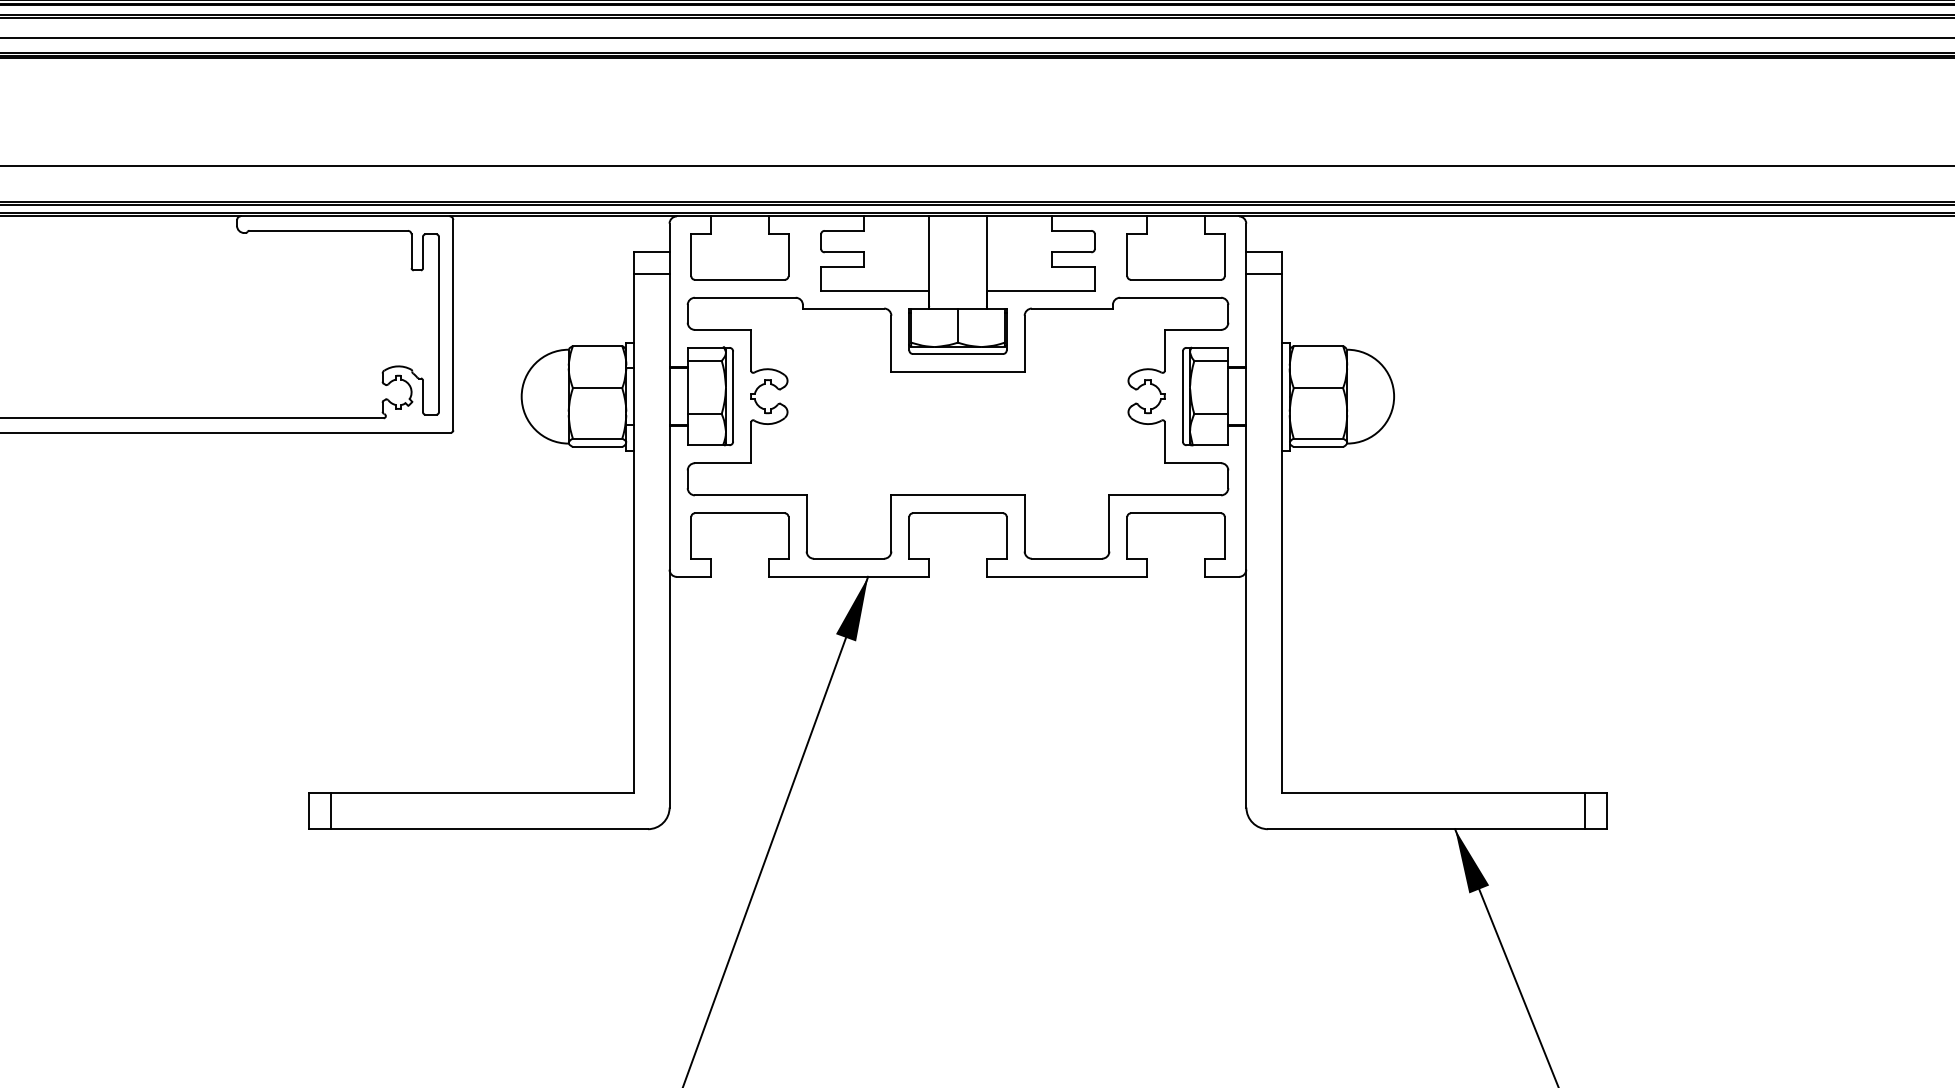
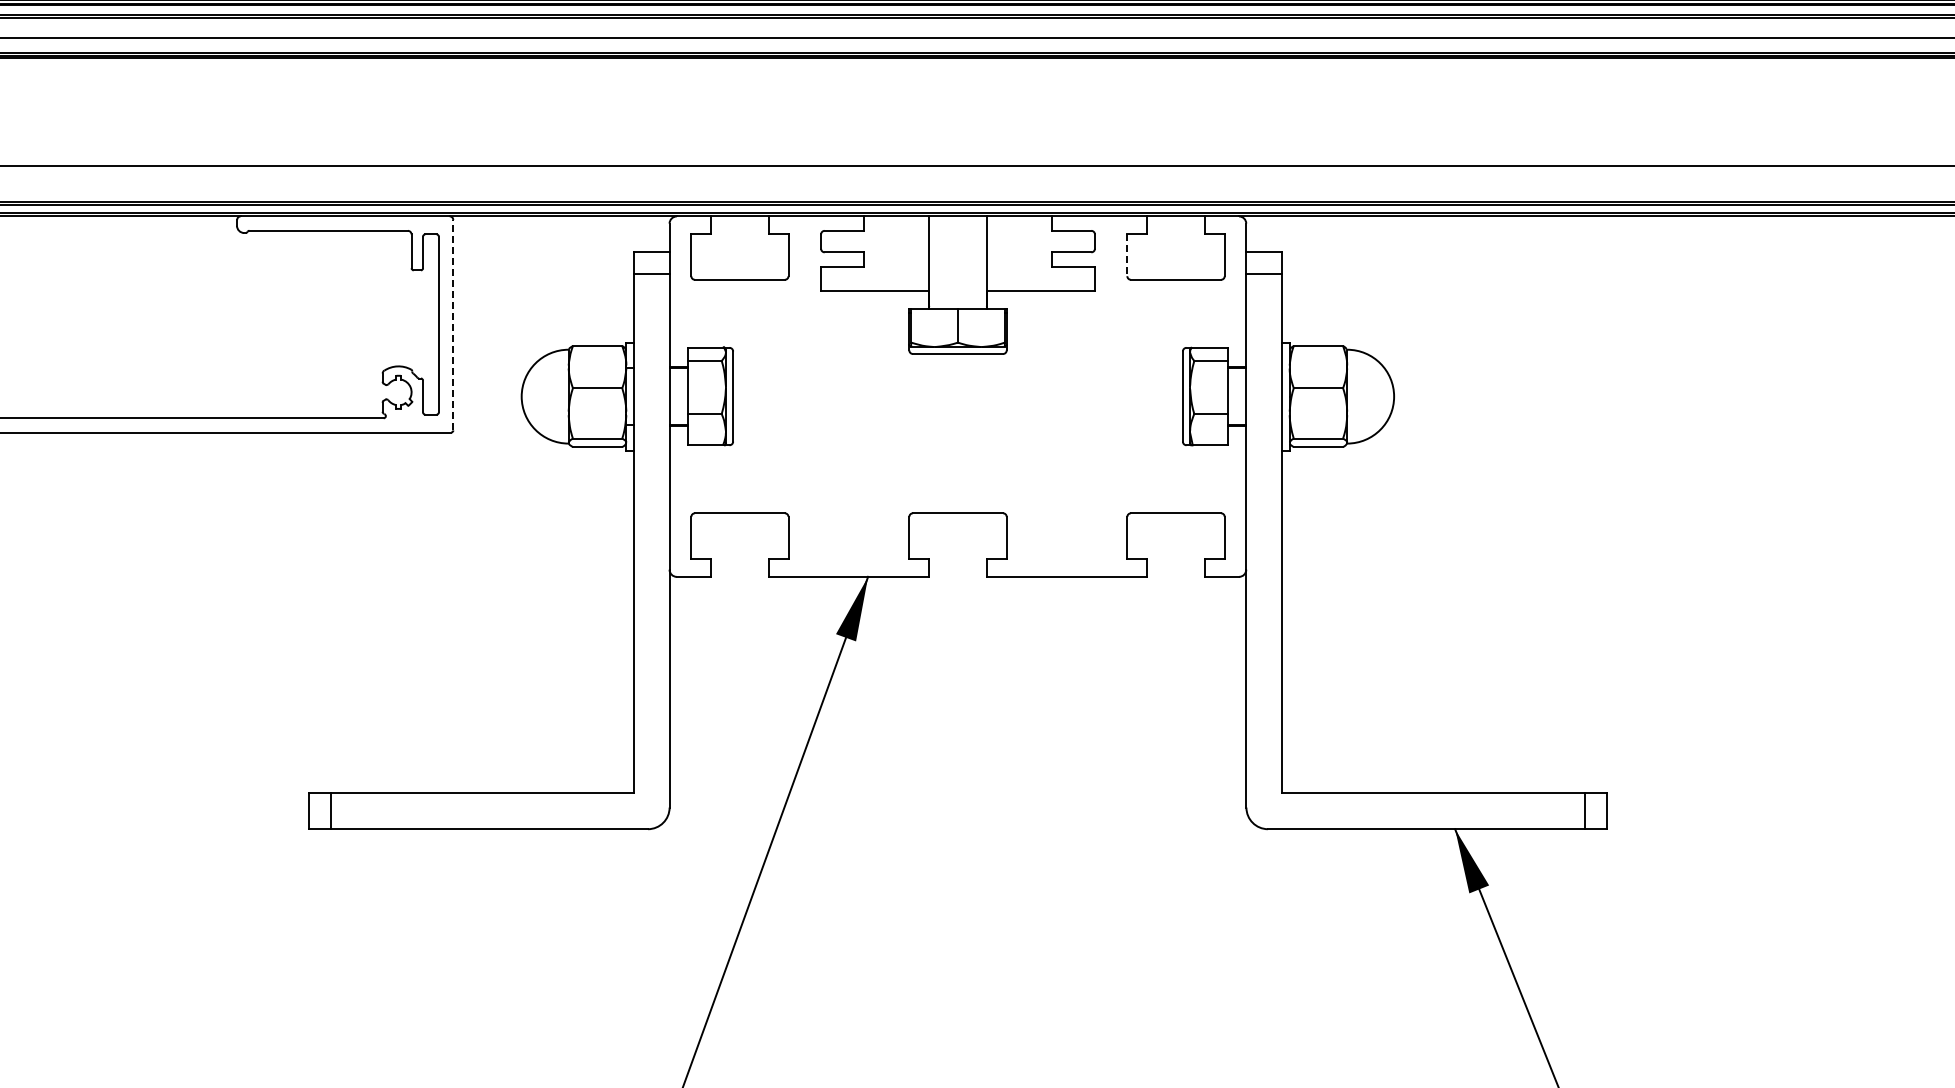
line at (1127, 255): solid -> dashed
line at (453, 324): solid -> dashed
part at (957, 427): present -> none
